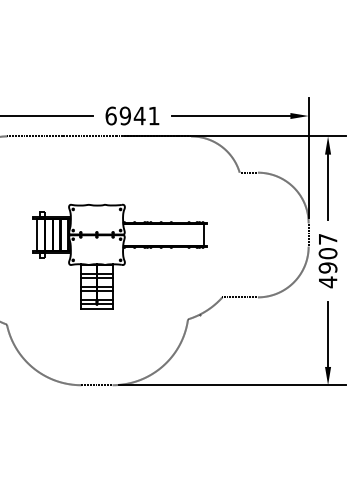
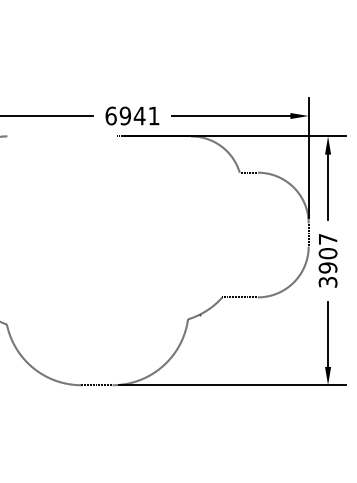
line at (62, 136): present -> none
part at (119, 256): present -> none
text at (327, 282): 4907 -> 3907
